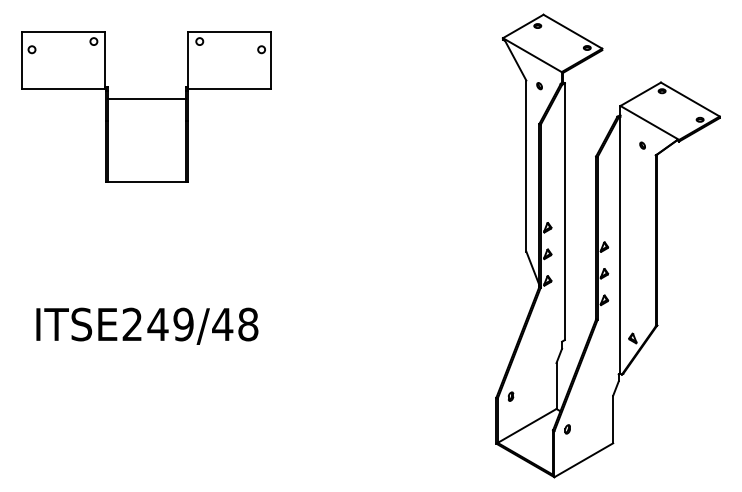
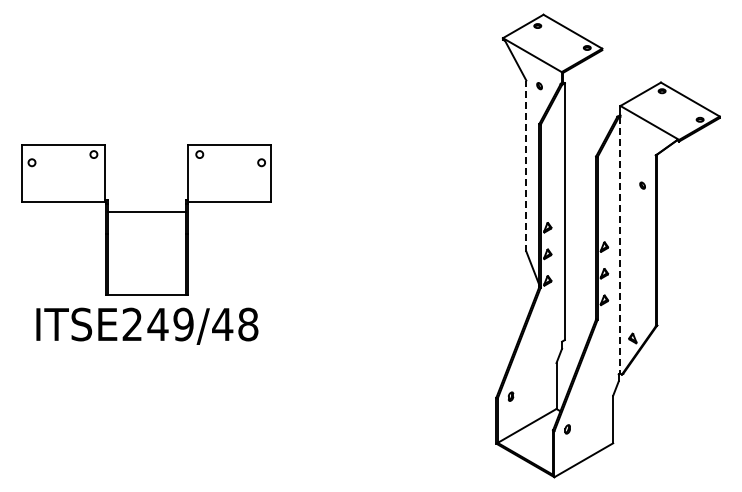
part at (146, 106) position: (146, 106) -> (146, 219)
part at (642, 145) position: (642, 145) -> (642, 185)
line at (526, 165): solid -> dashed
line at (620, 245): solid -> dashed
